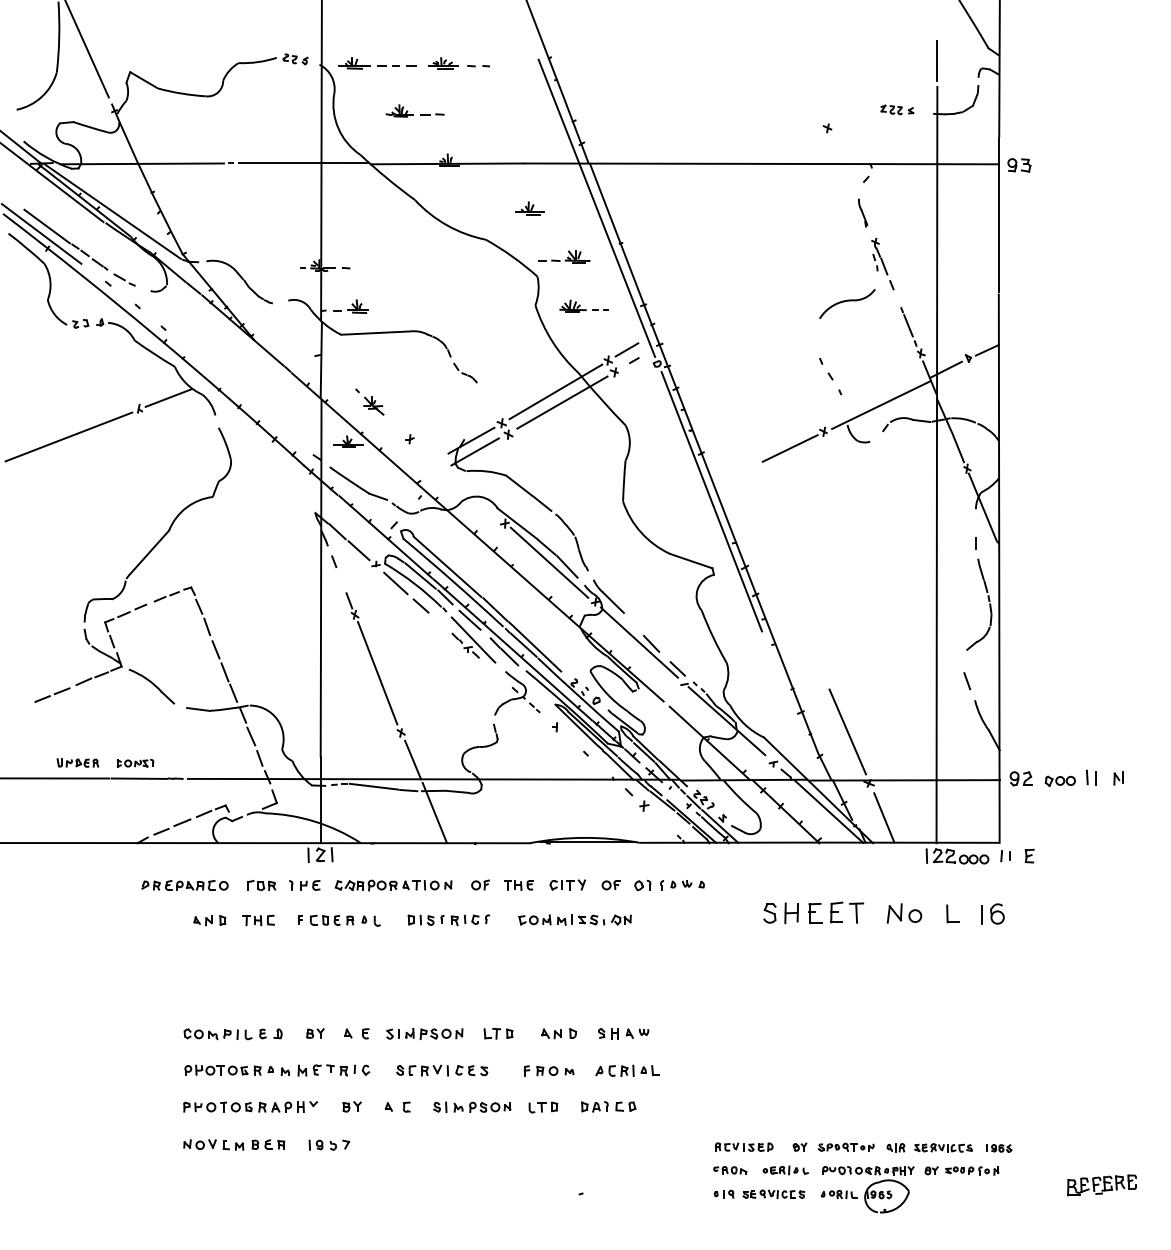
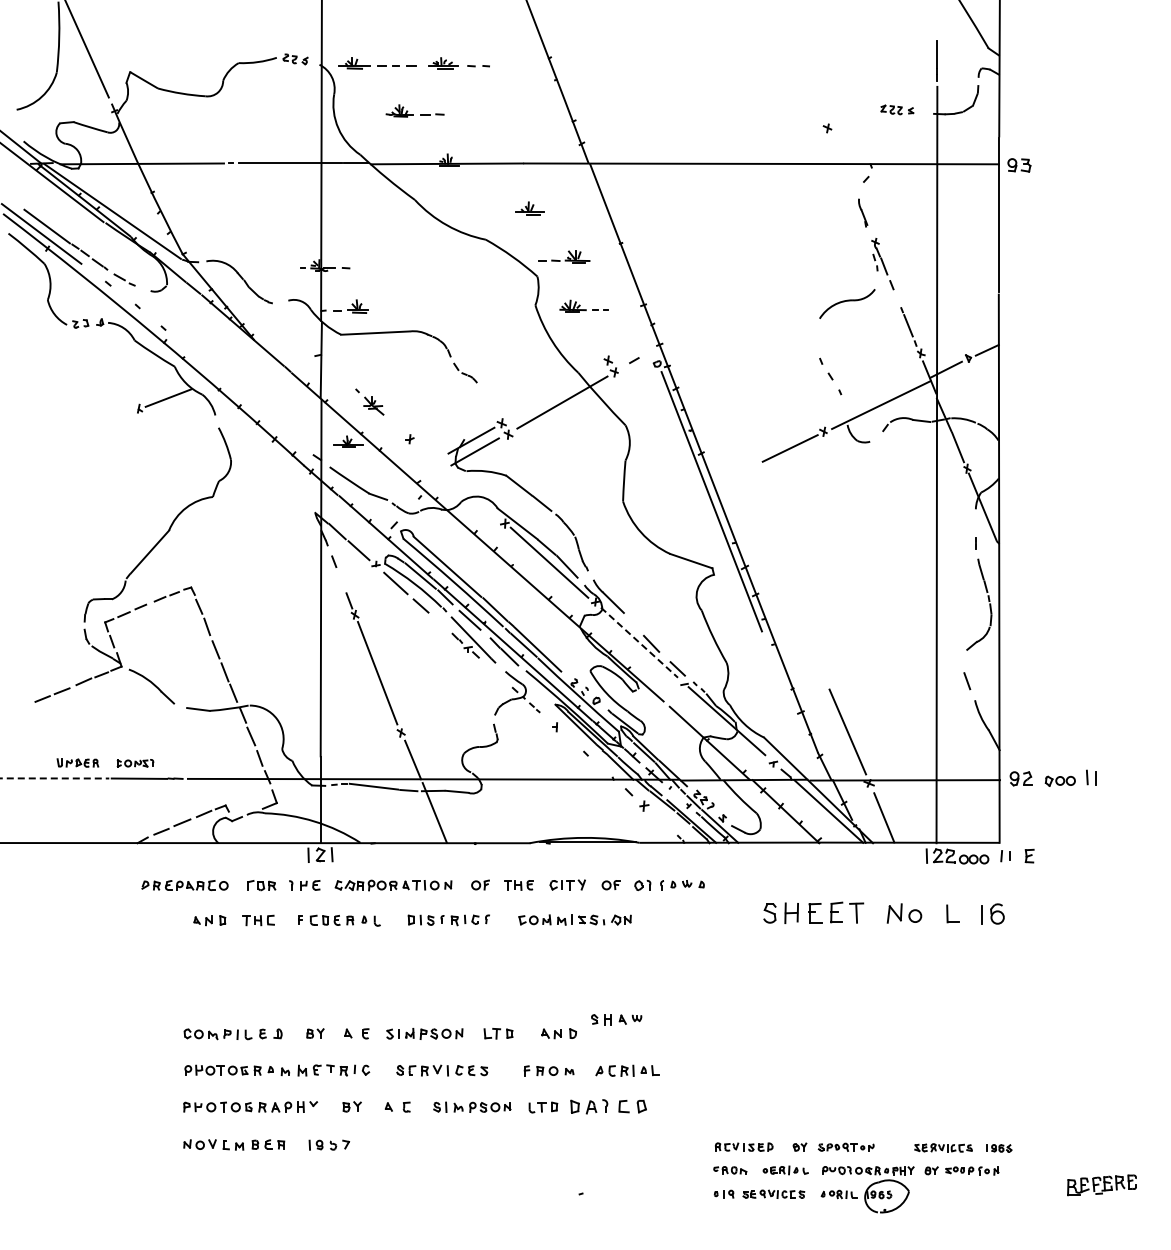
line at (596, 207): present -> none
line at (626, 349): present -> none
line at (555, 391): present -> none
line at (68, 436): present -> none
line at (639, 643): solid -> dashed
line at (55, 778): solid -> dashed
part at (1118, 778): present -> none
part at (623, 1033) position: (623, 1033) -> (616, 1019)
part at (608, 1106) size: 56x12 px -> 77x16 px
part at (895, 1147): present -> none
